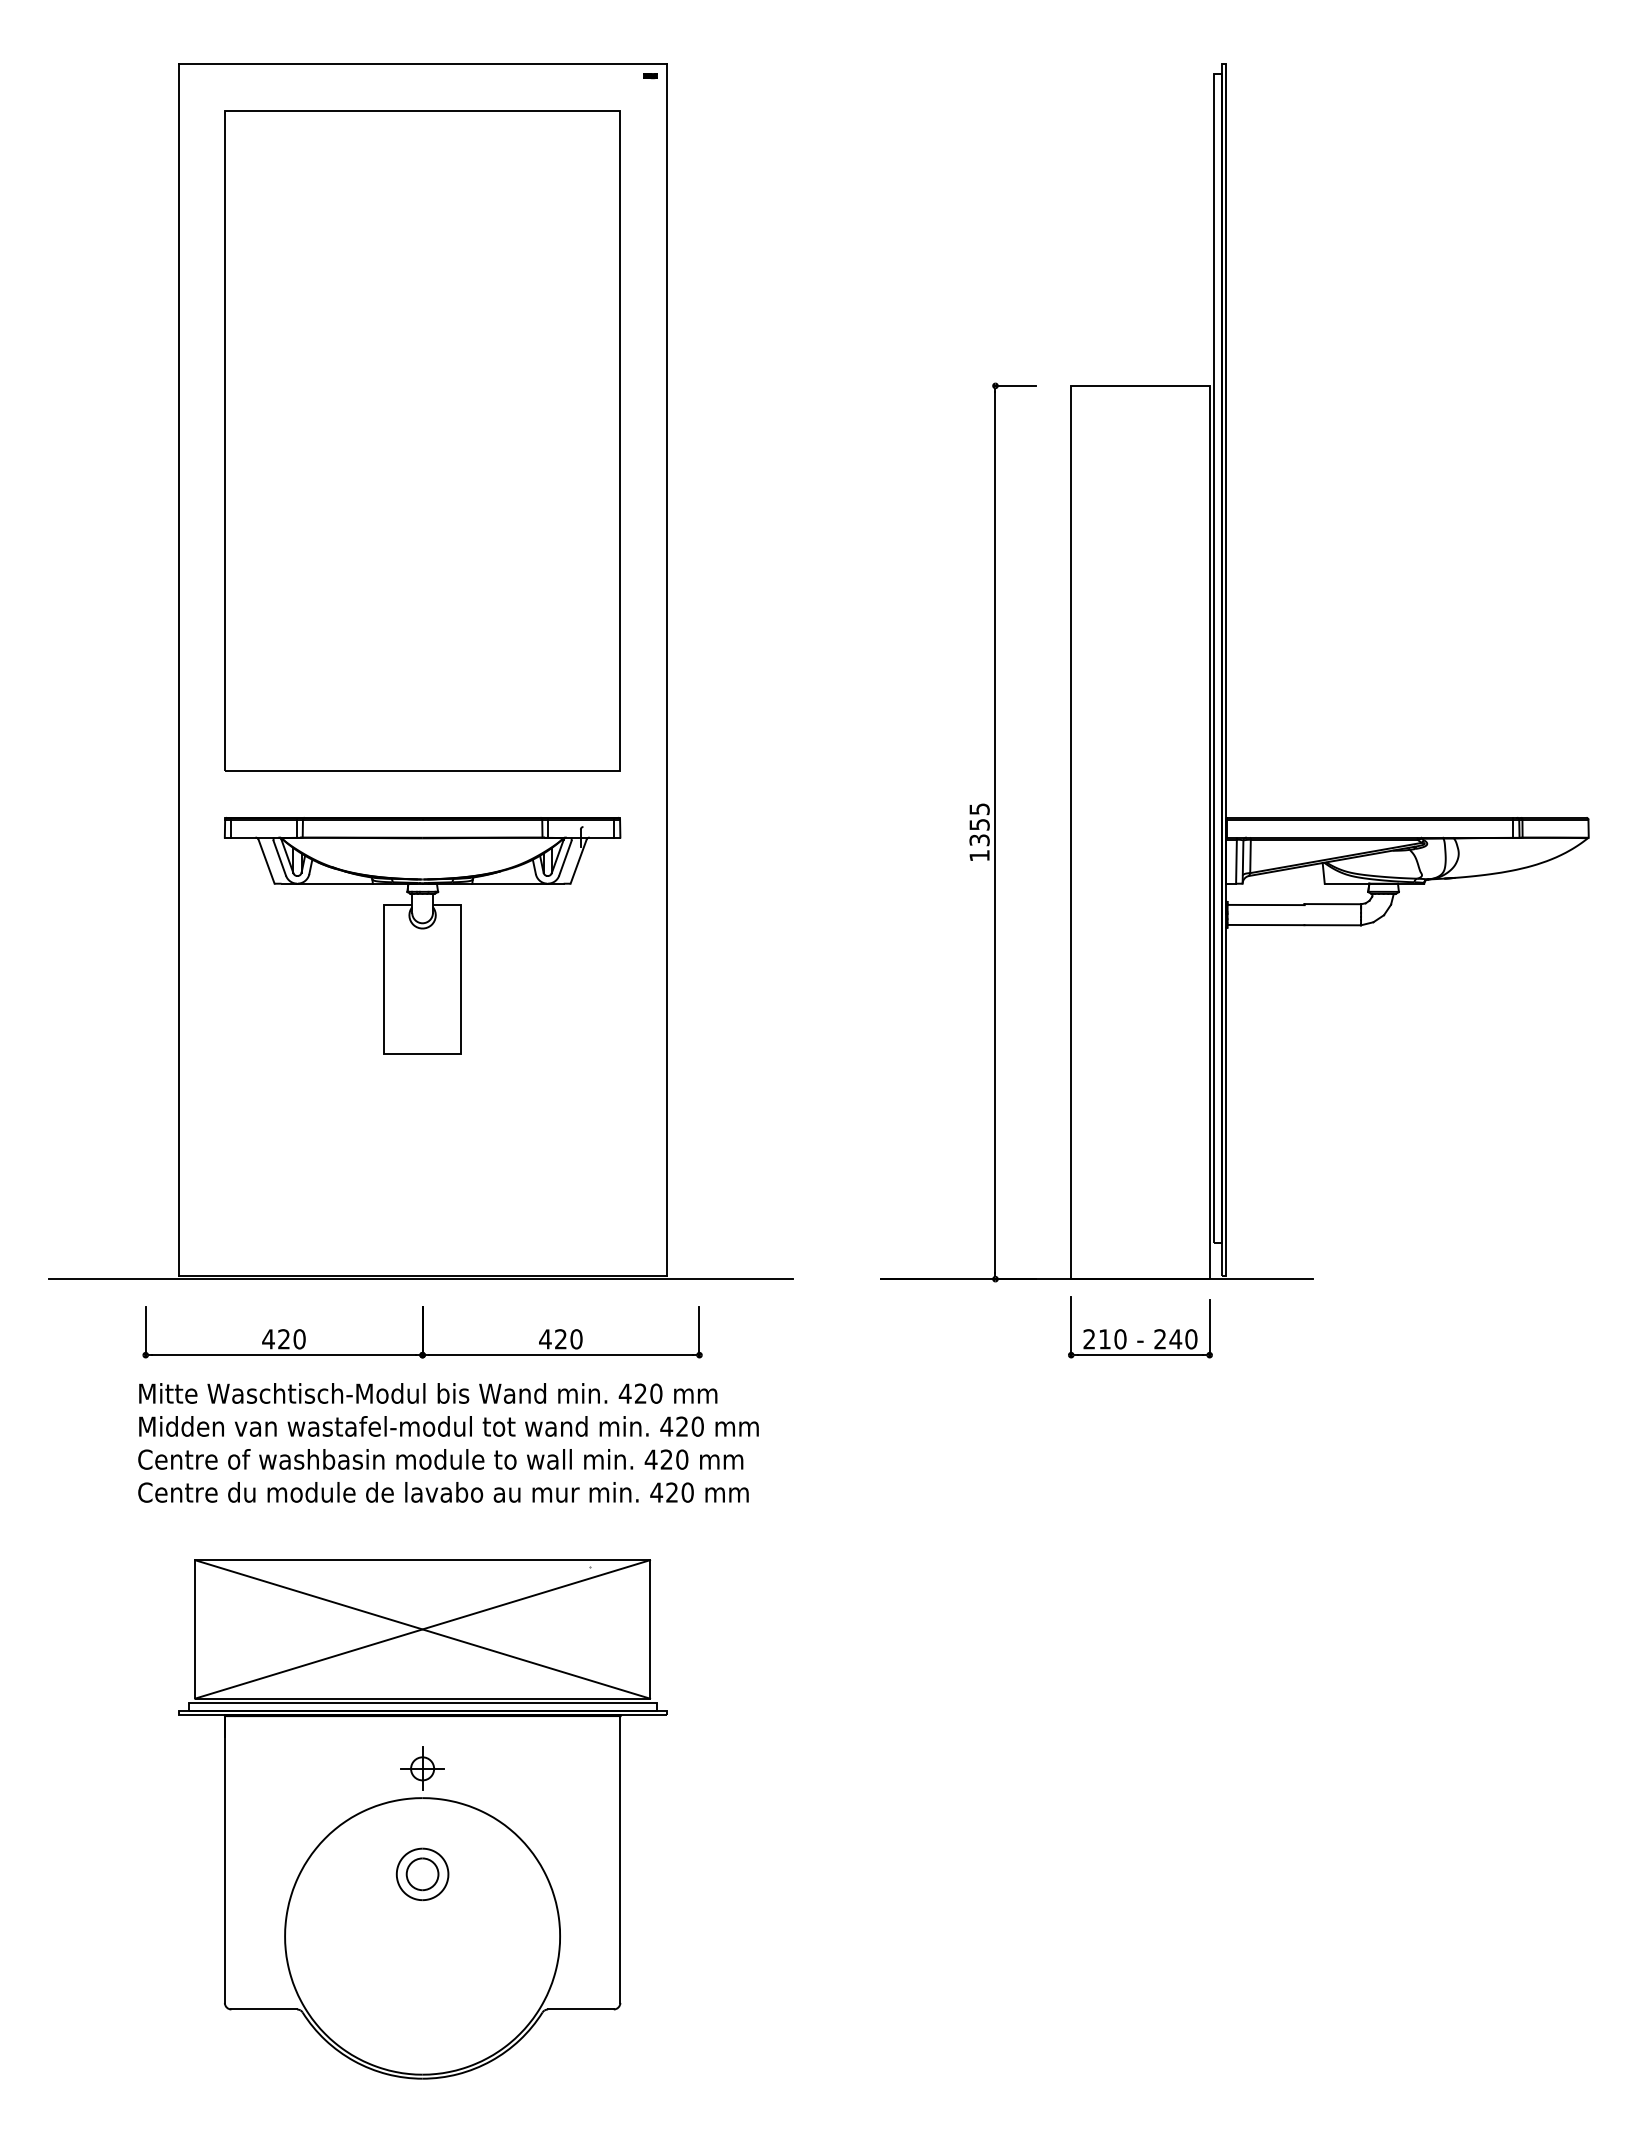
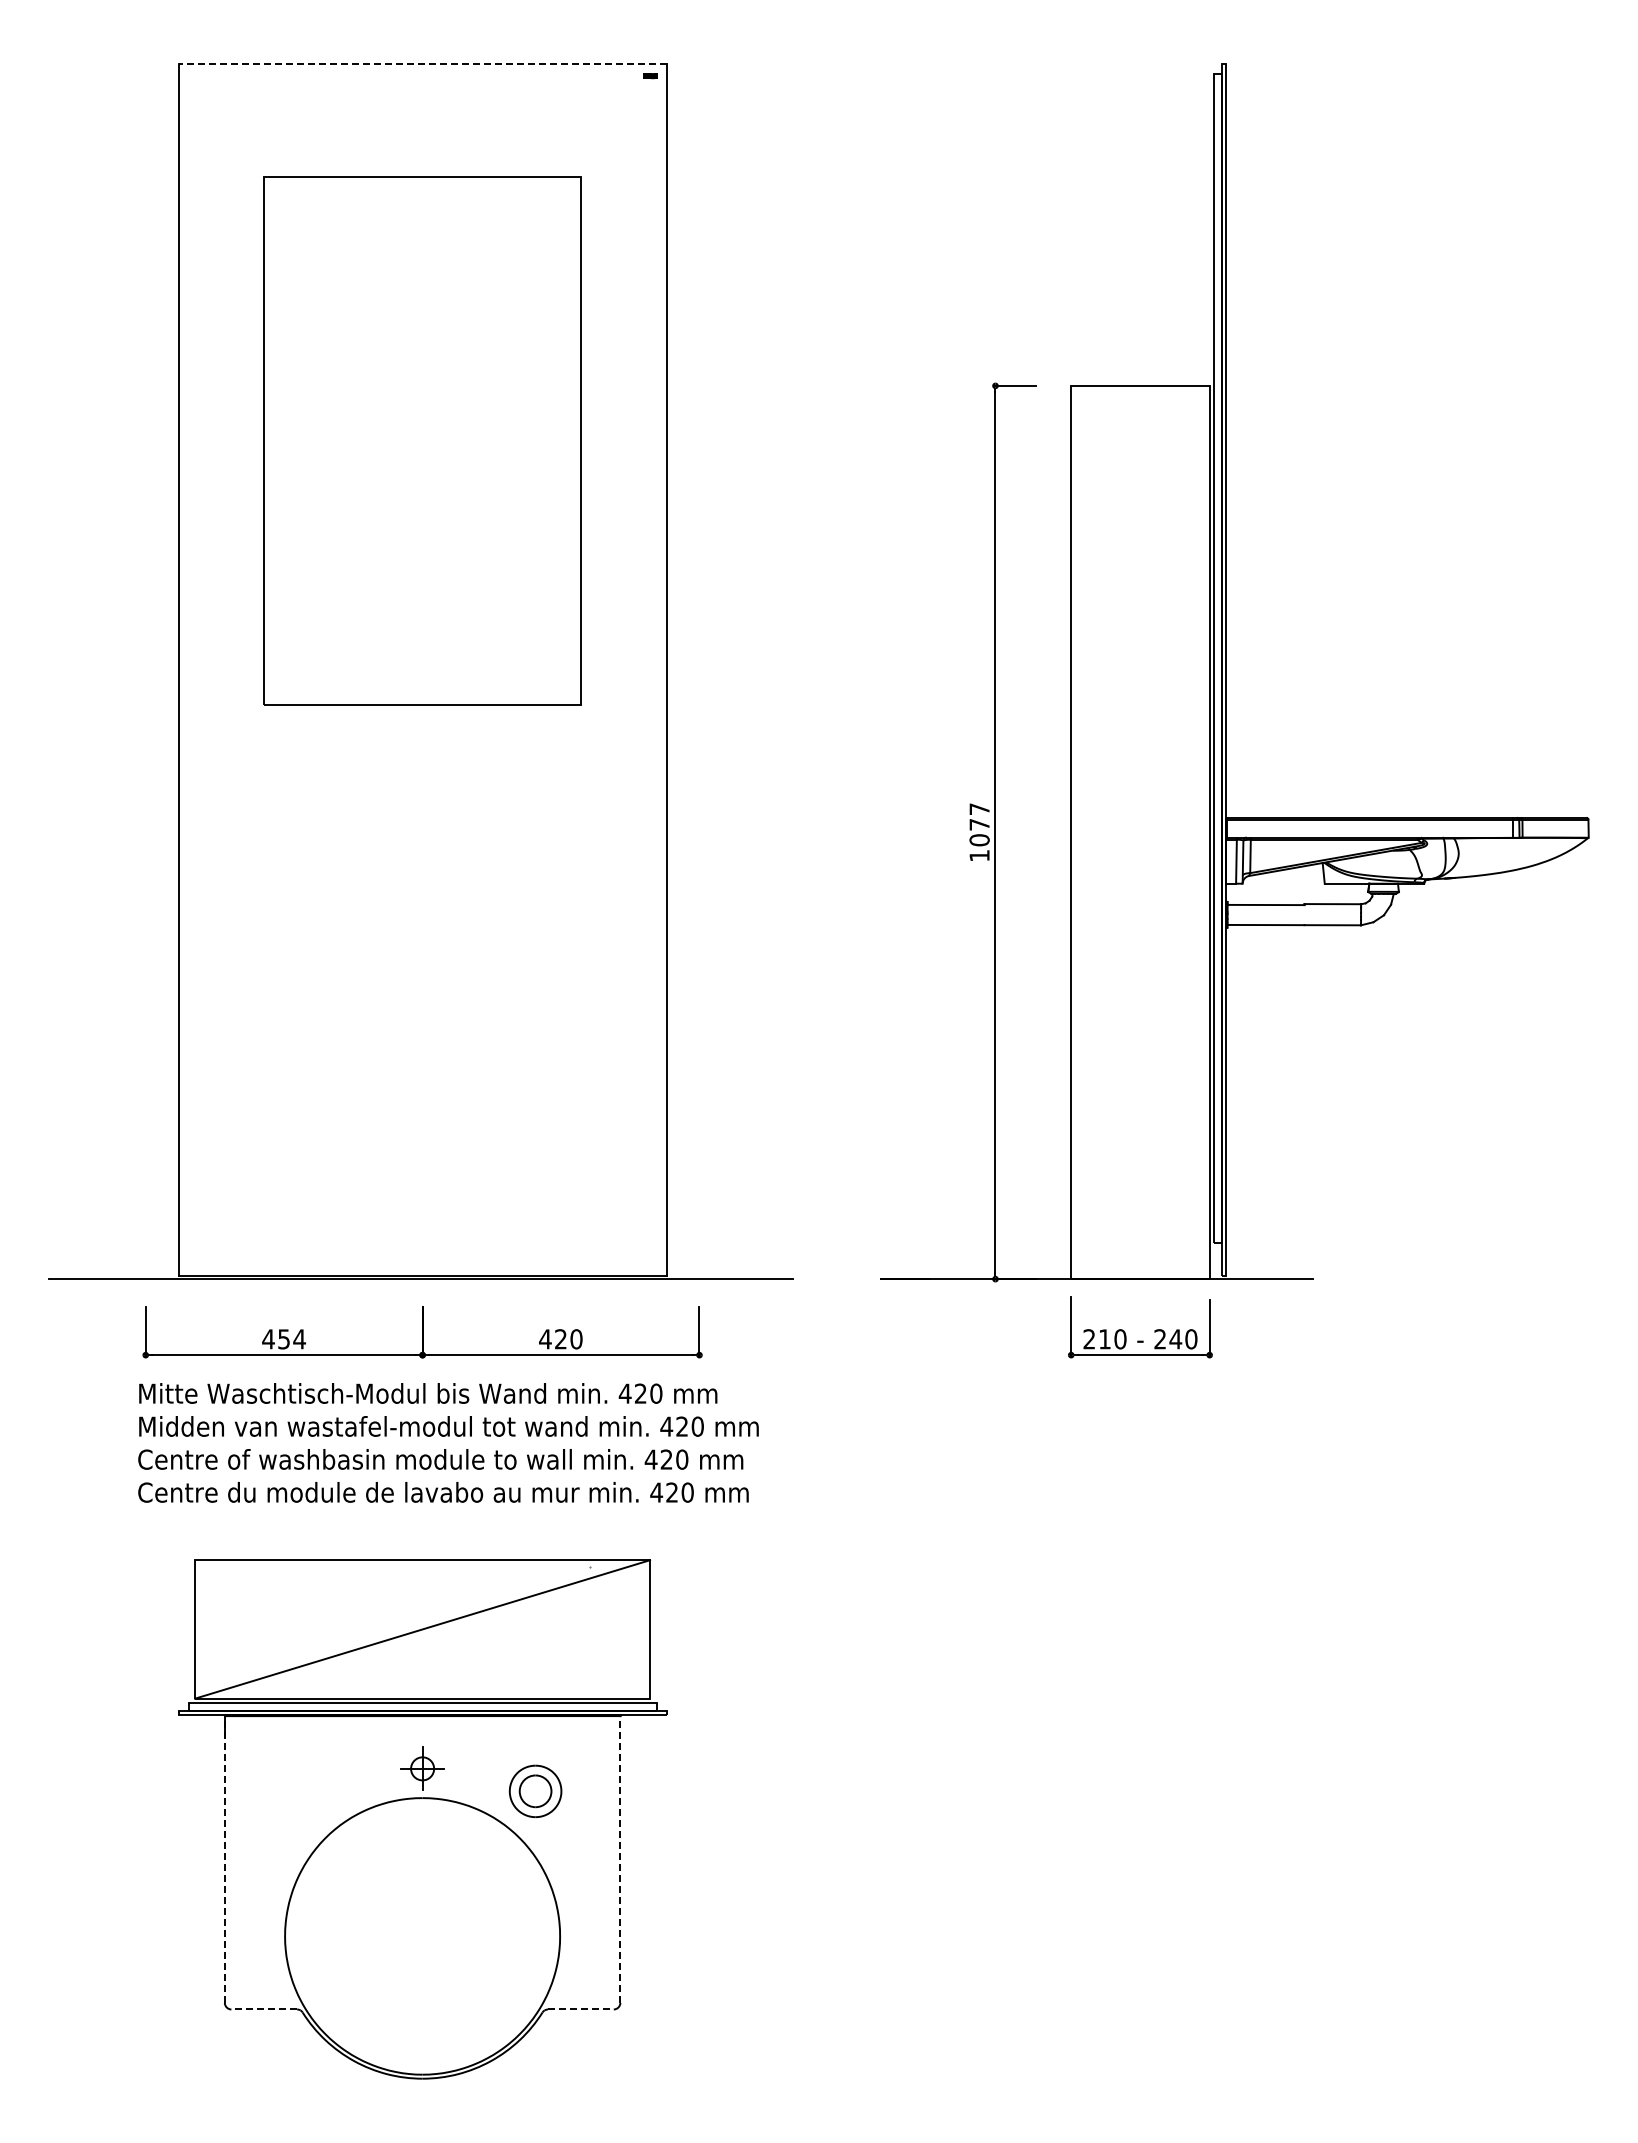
line at (422, 64): solid -> dashed
part at (422, 440) size: 397x662 px -> 319x530 px
text at (979, 824): 1355 -> 1077
part at (422, 935): present -> none
text at (292, 1339): 420 -> 454
line at (422, 1629): present -> none
line at (224, 1860): solid -> dashed
line at (620, 1860): solid -> dashed
part at (422, 1873) position: (422, 1873) -> (535, 1790)
line at (264, 2009): solid -> dashed
line at (580, 2009): solid -> dashed
